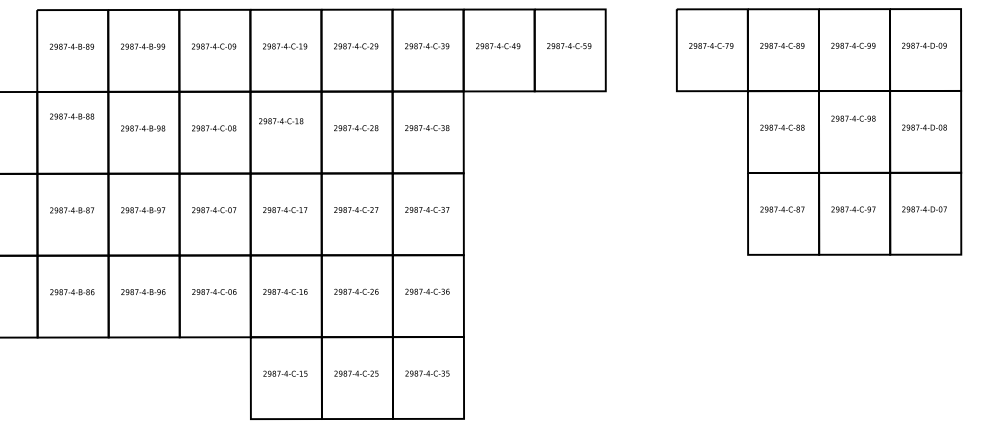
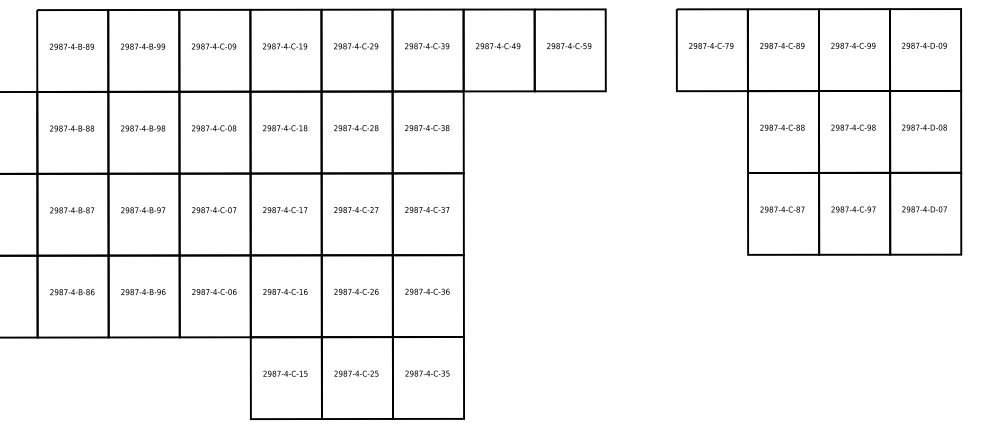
text at (72, 116) position: (72, 116) -> (72, 128)
text at (853, 118) position: (853, 118) -> (853, 127)
text at (281, 121) position: (281, 121) -> (285, 128)
